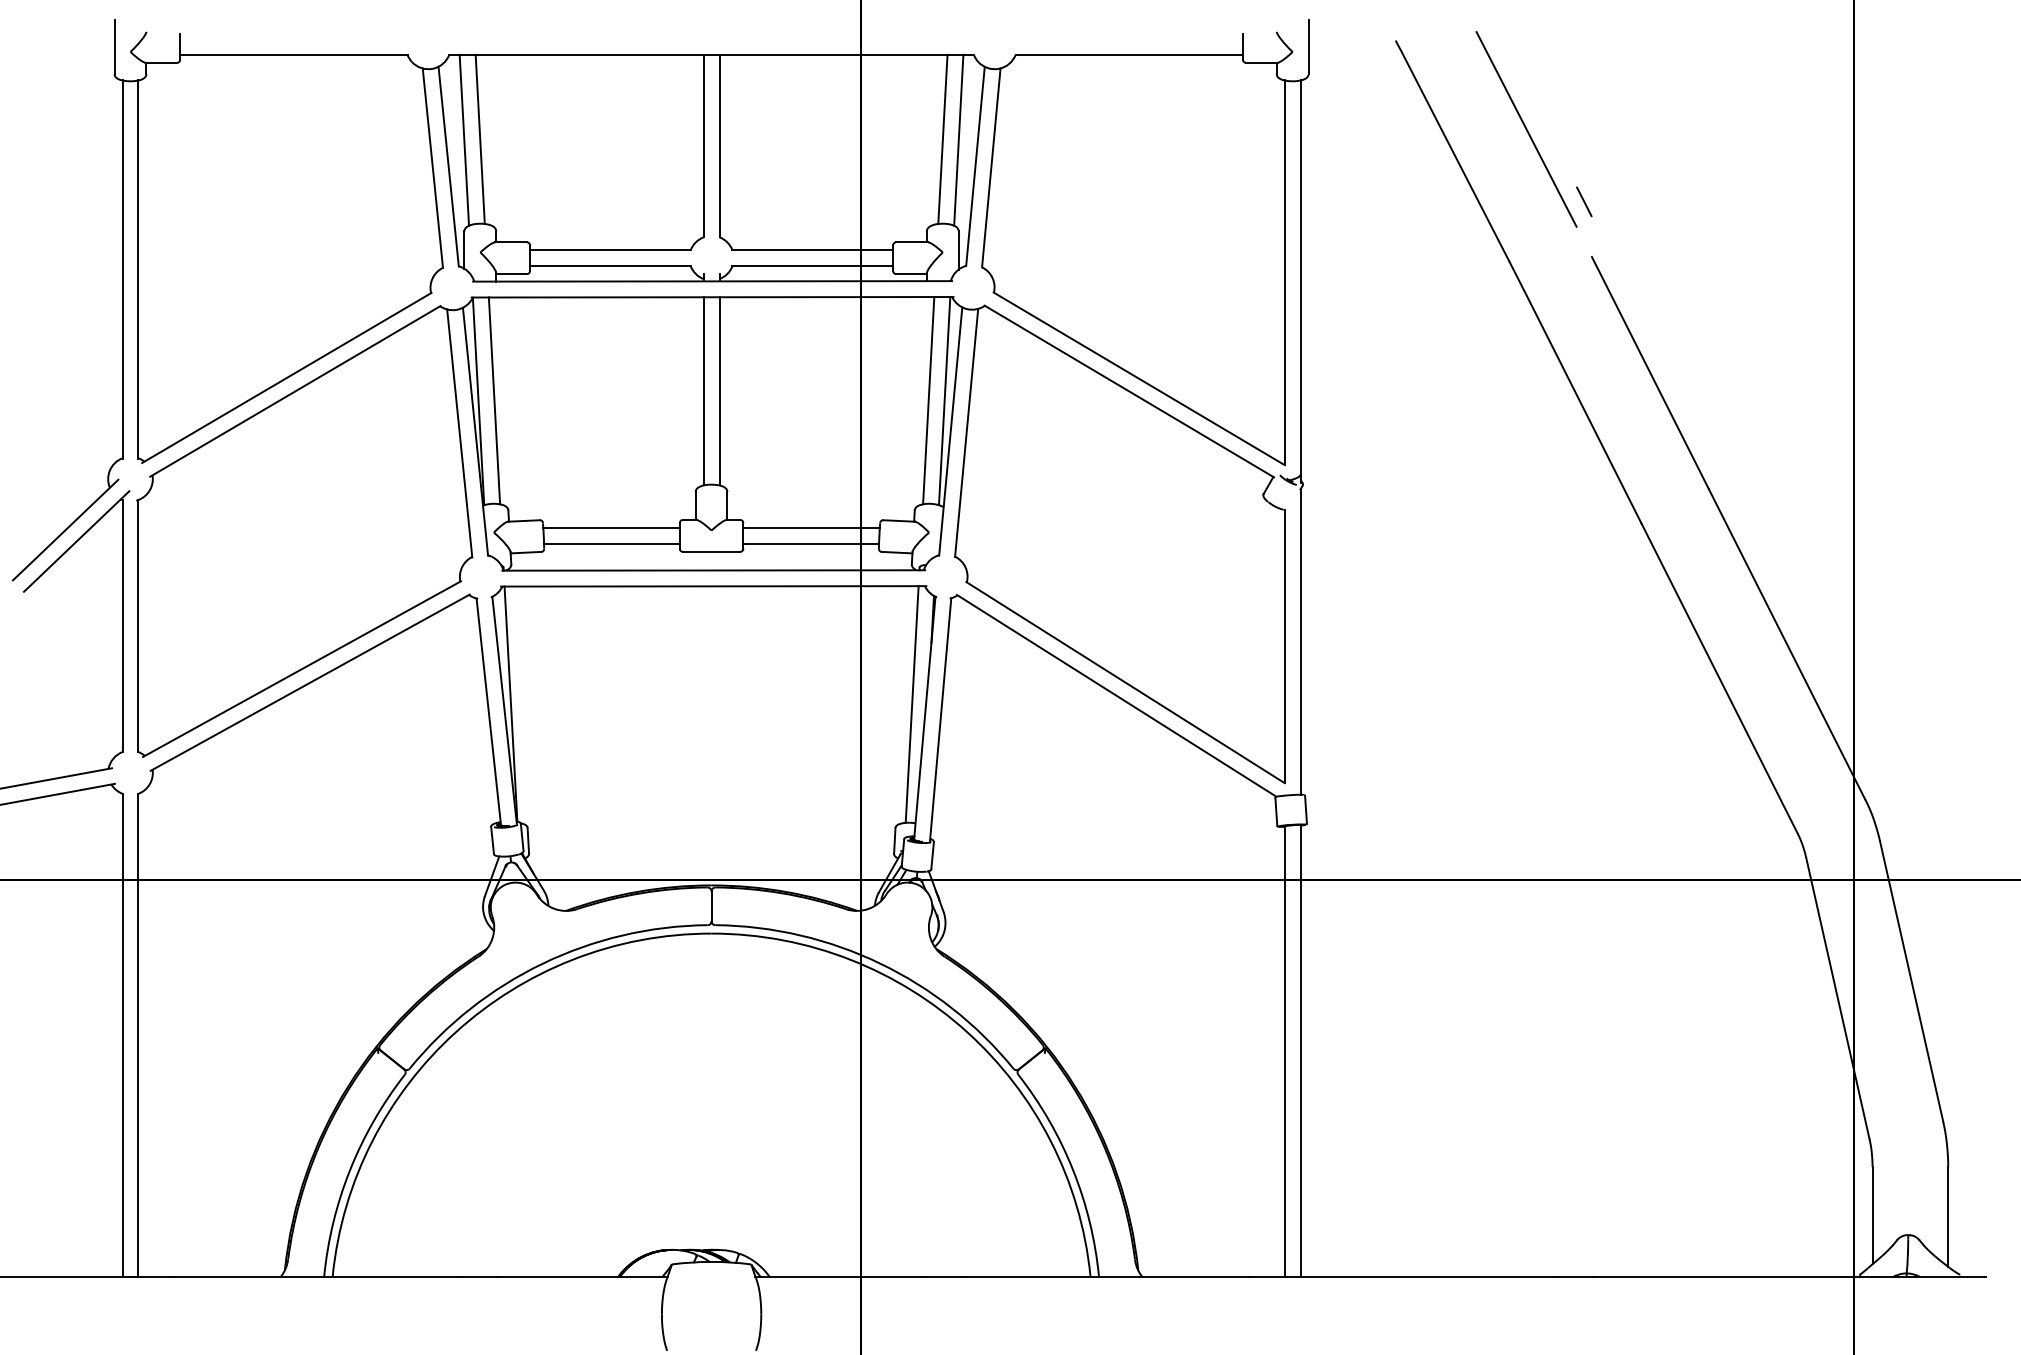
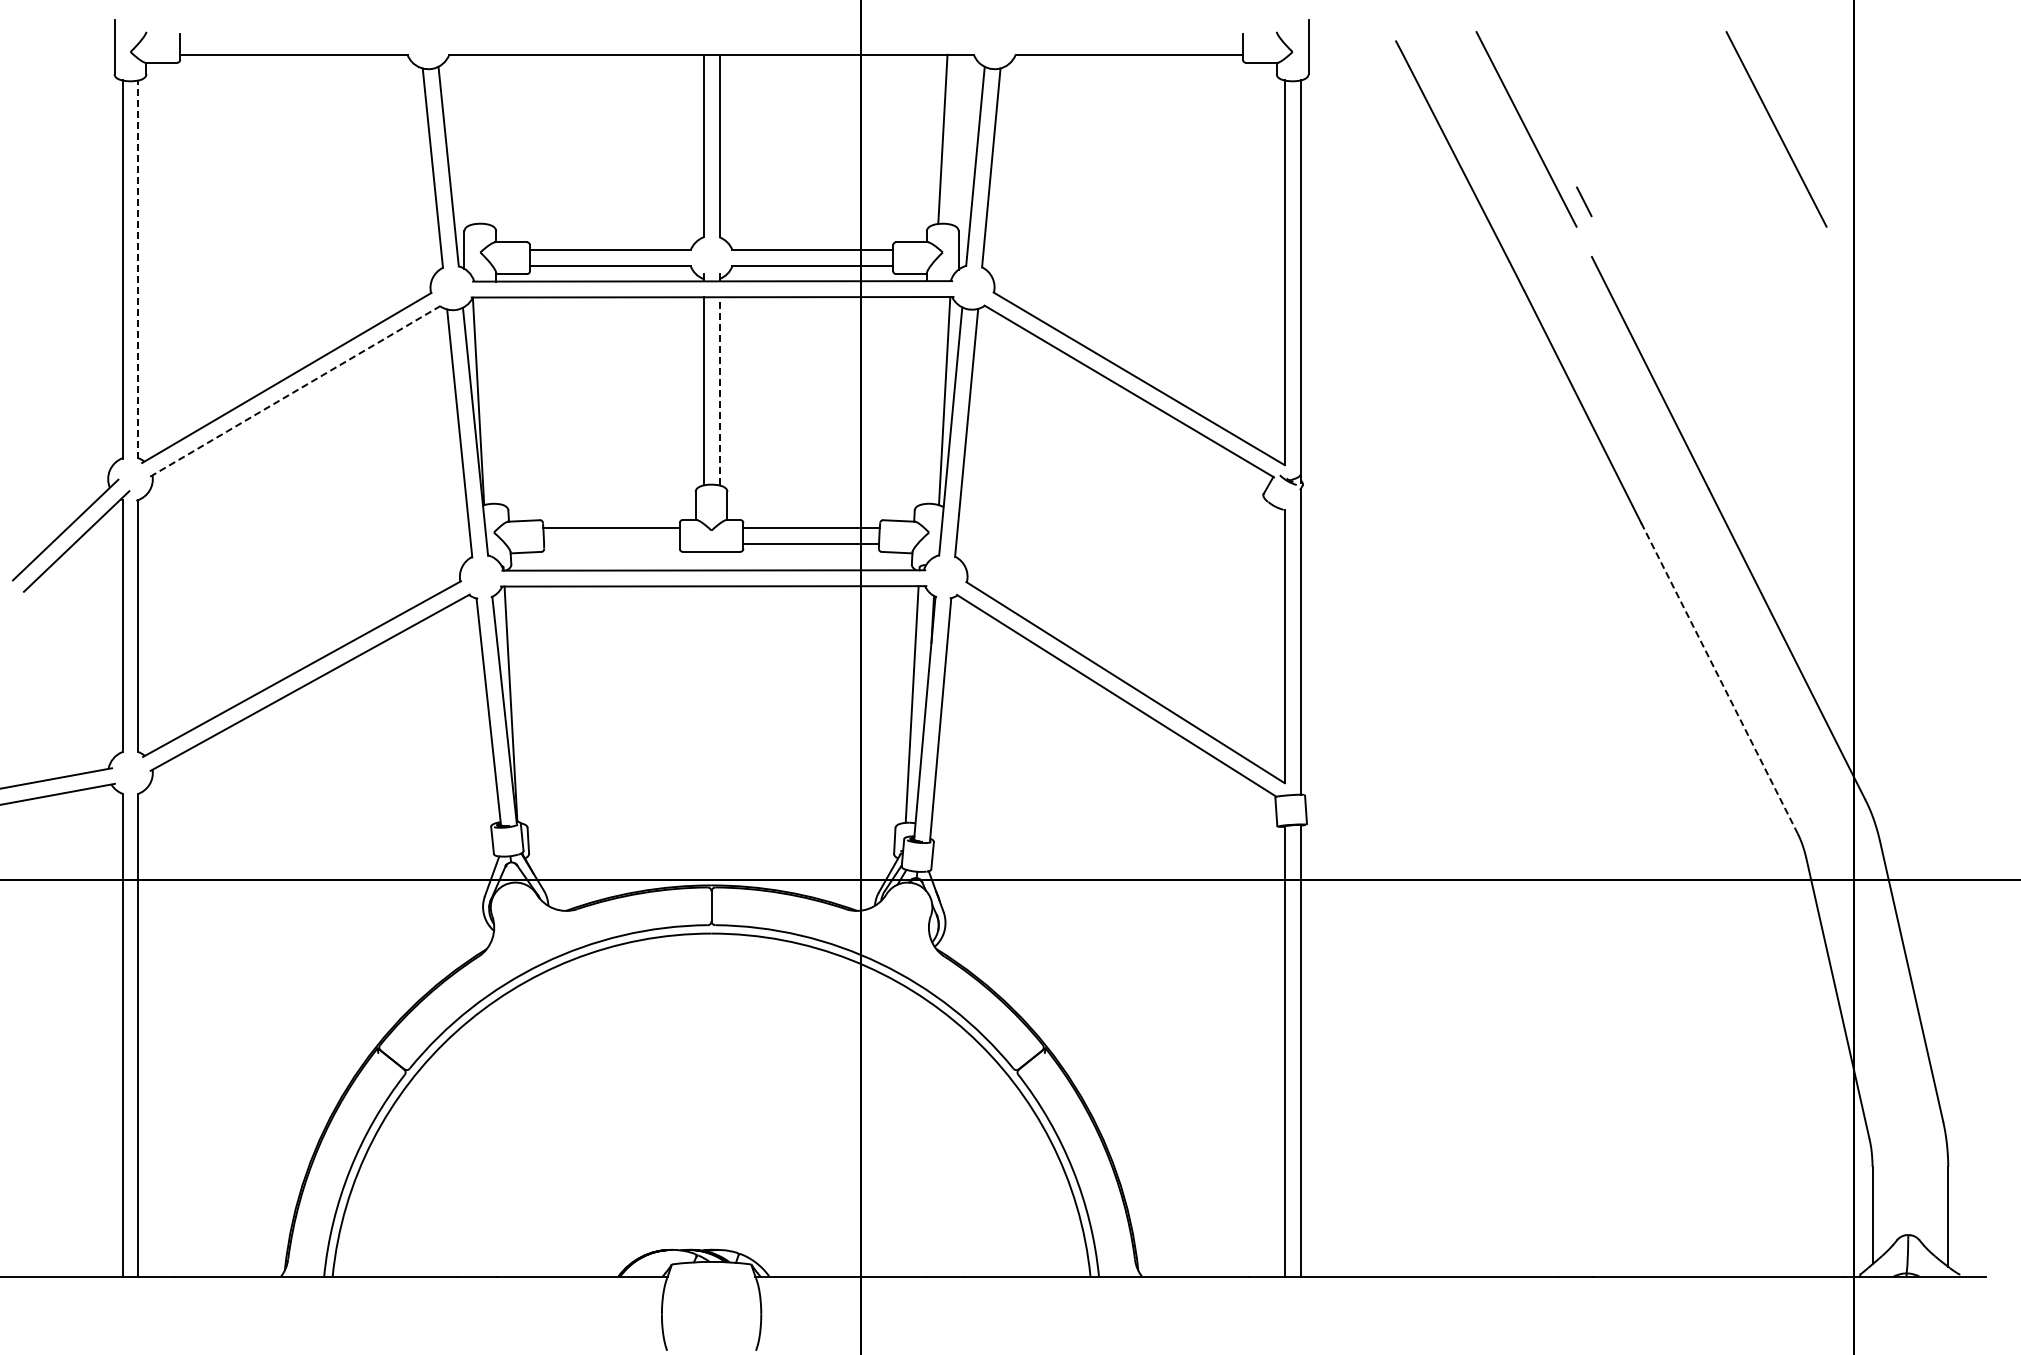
line at (1776, 129): none -> present
line at (464, 139): present -> none
line at (479, 139): present -> none
line at (958, 139): present -> none
line at (138, 269): solid -> dashed
line at (719, 390): solid -> dashed
line at (295, 391): solid -> dashed
line at (494, 400): present -> none
line at (928, 400): present -> none
line at (611, 543): present -> none
line at (1719, 678): solid -> dashed
